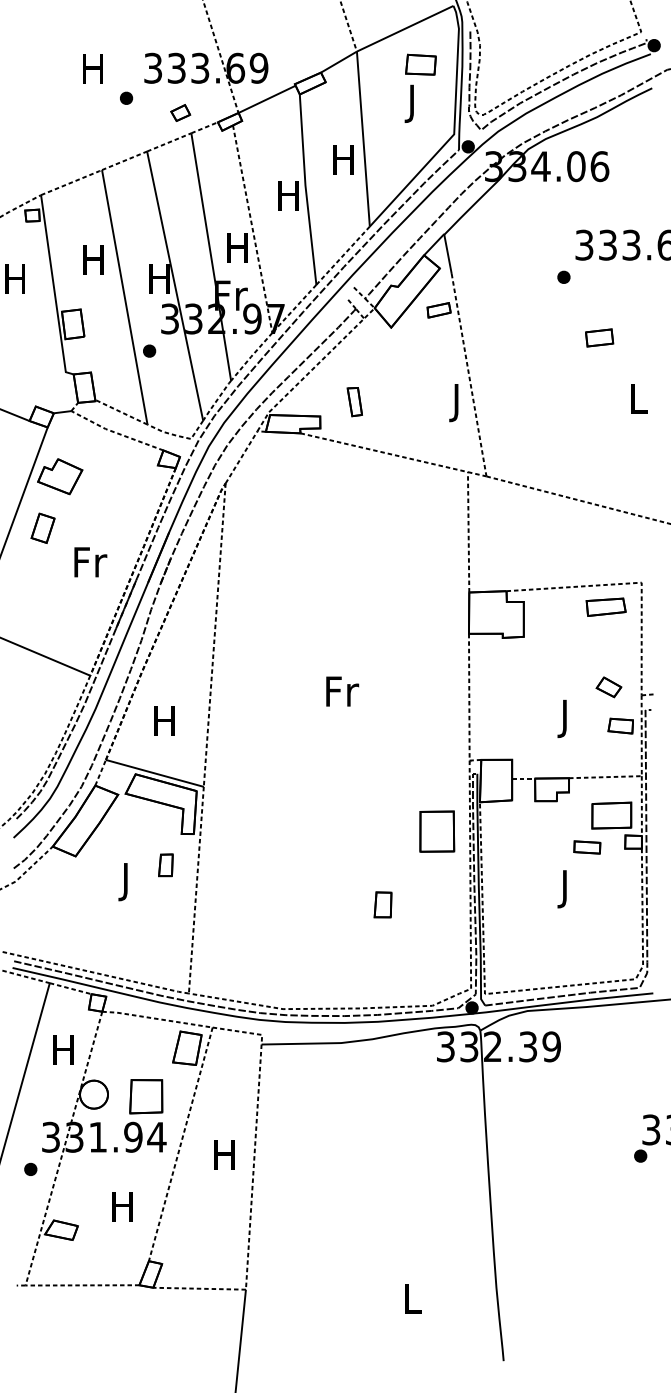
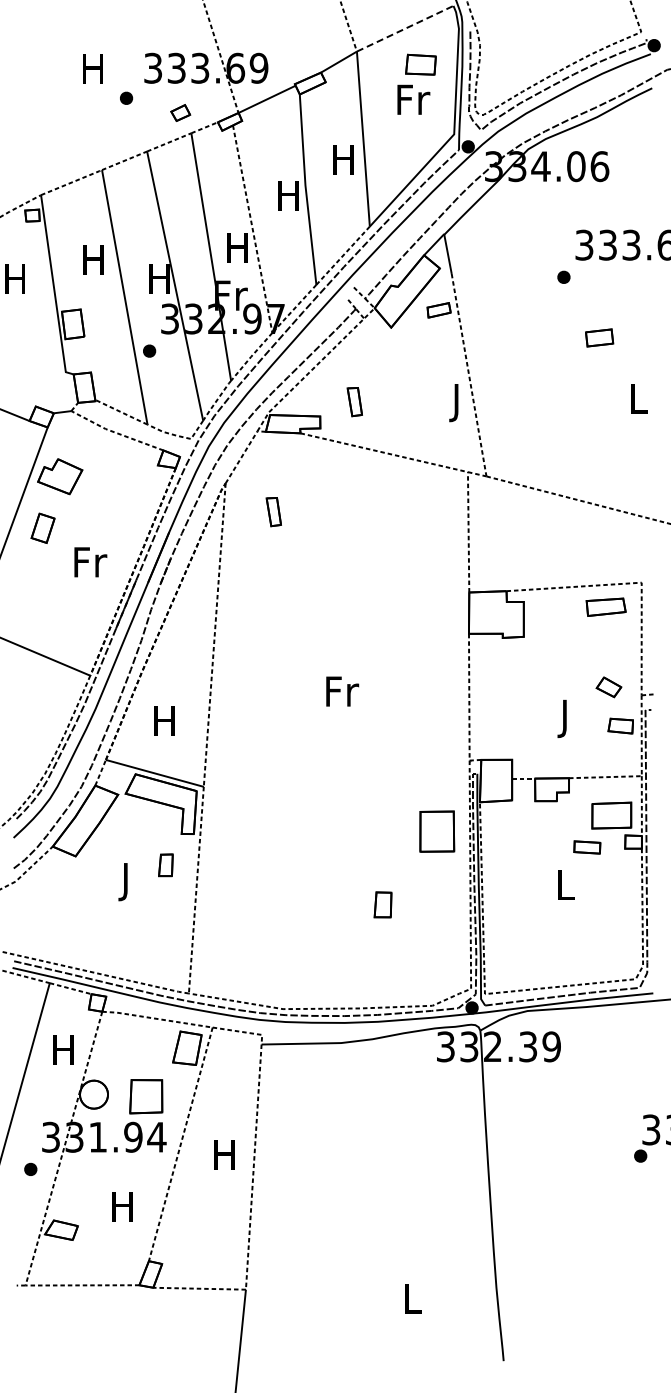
line at (405, 28): solid -> dashed
text at (413, 103): J -> Fr
part at (273, 512): none -> present
text at (565, 889): J -> L
